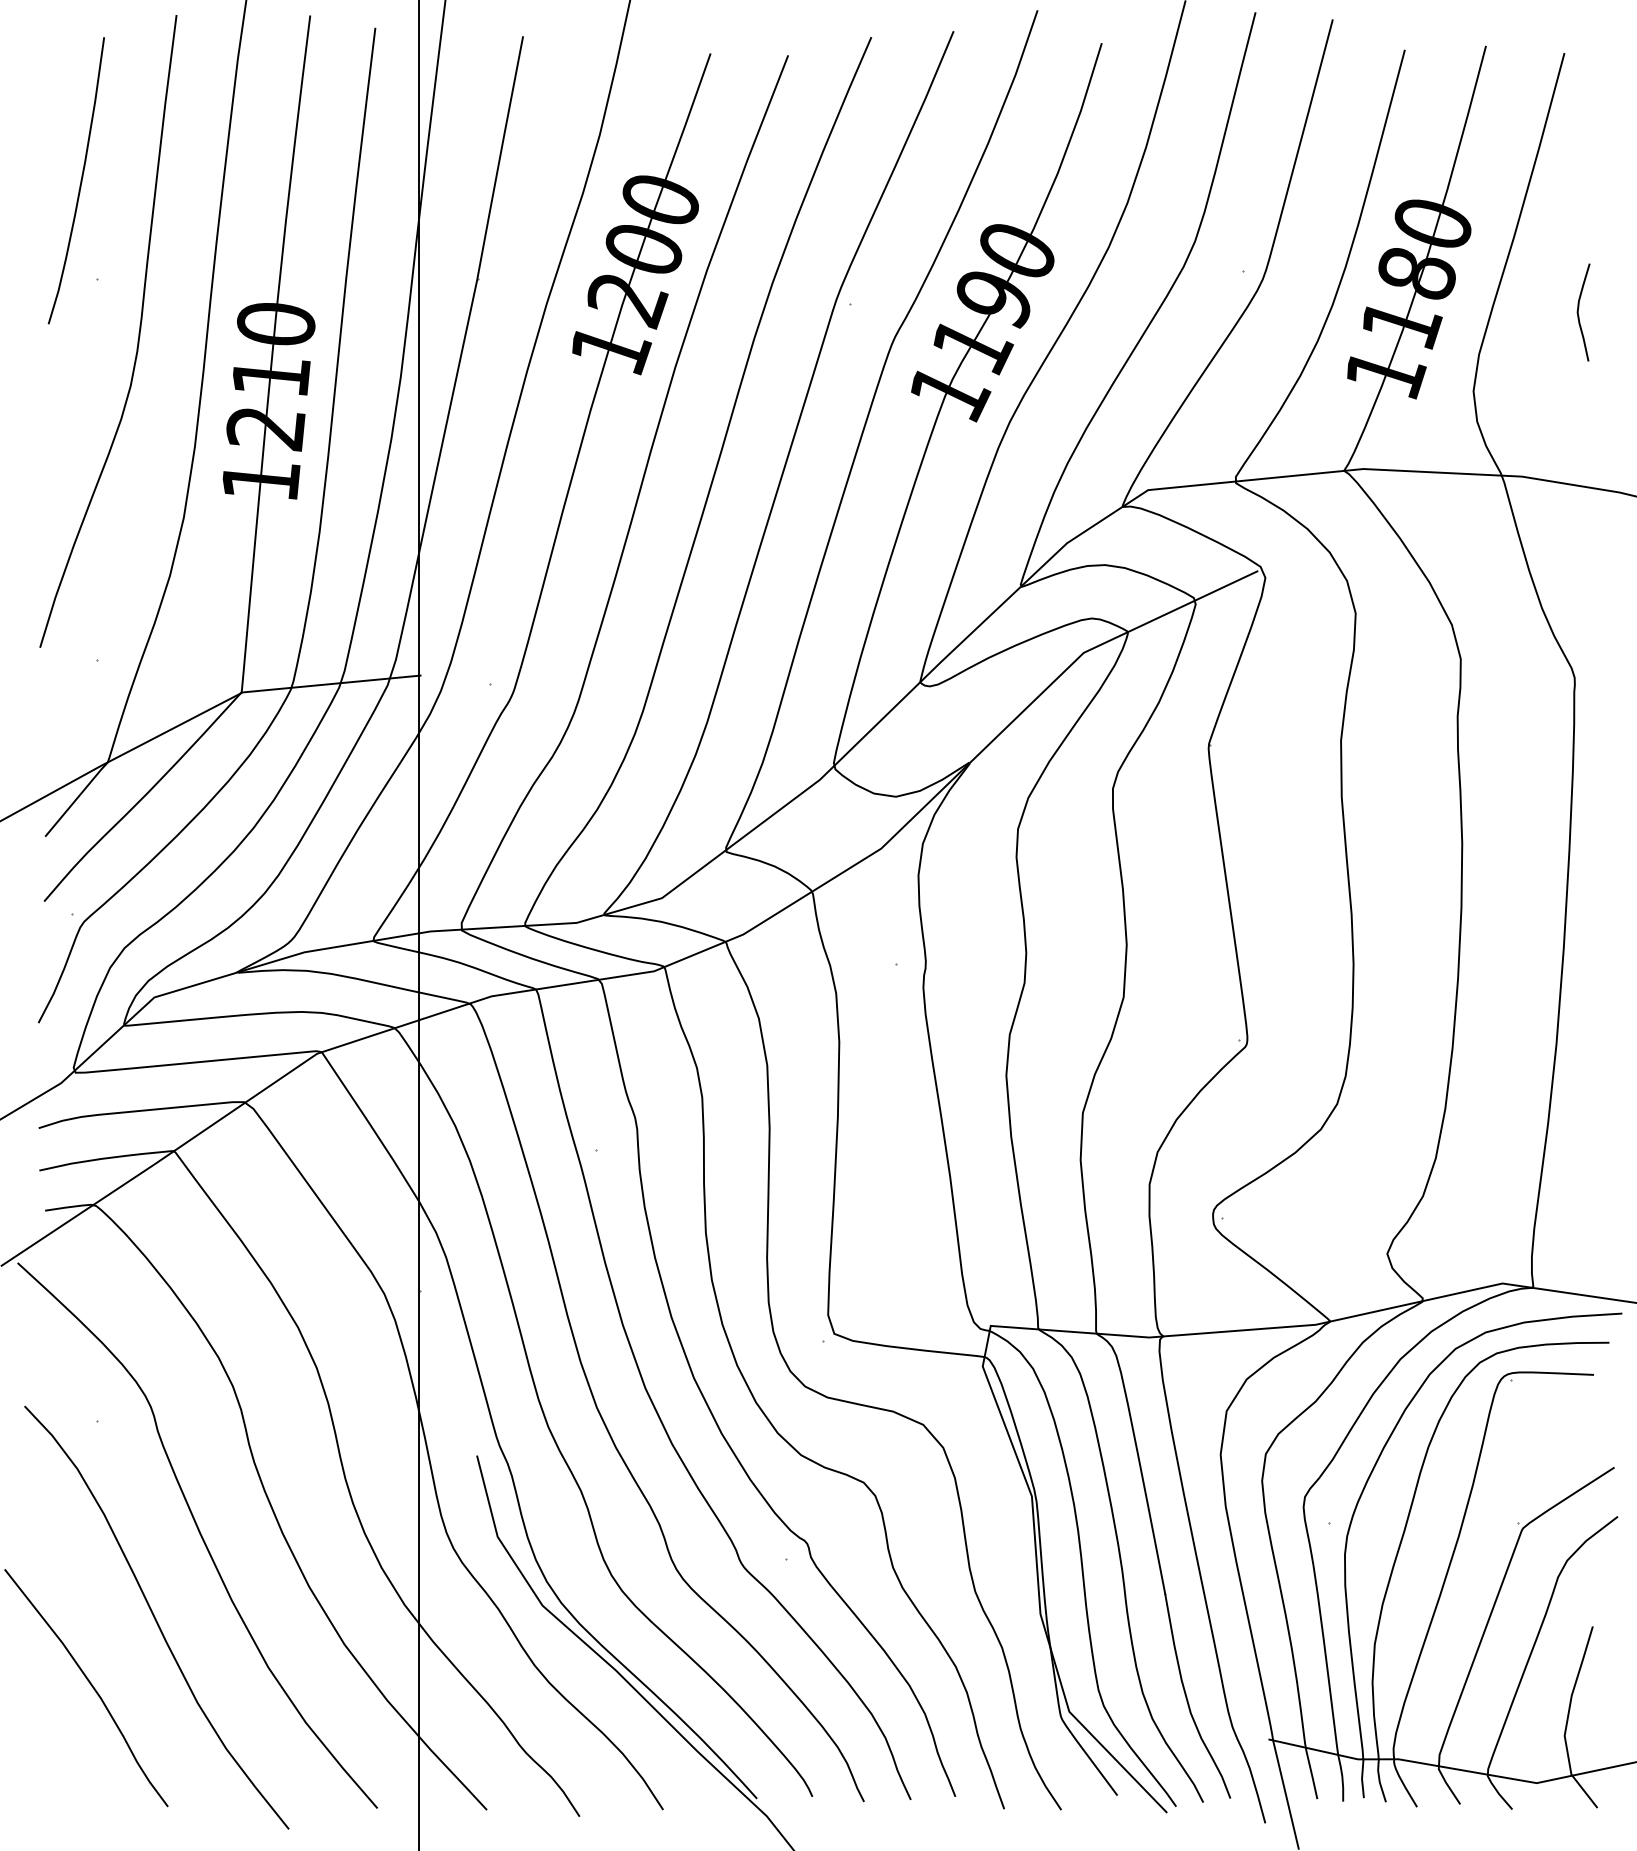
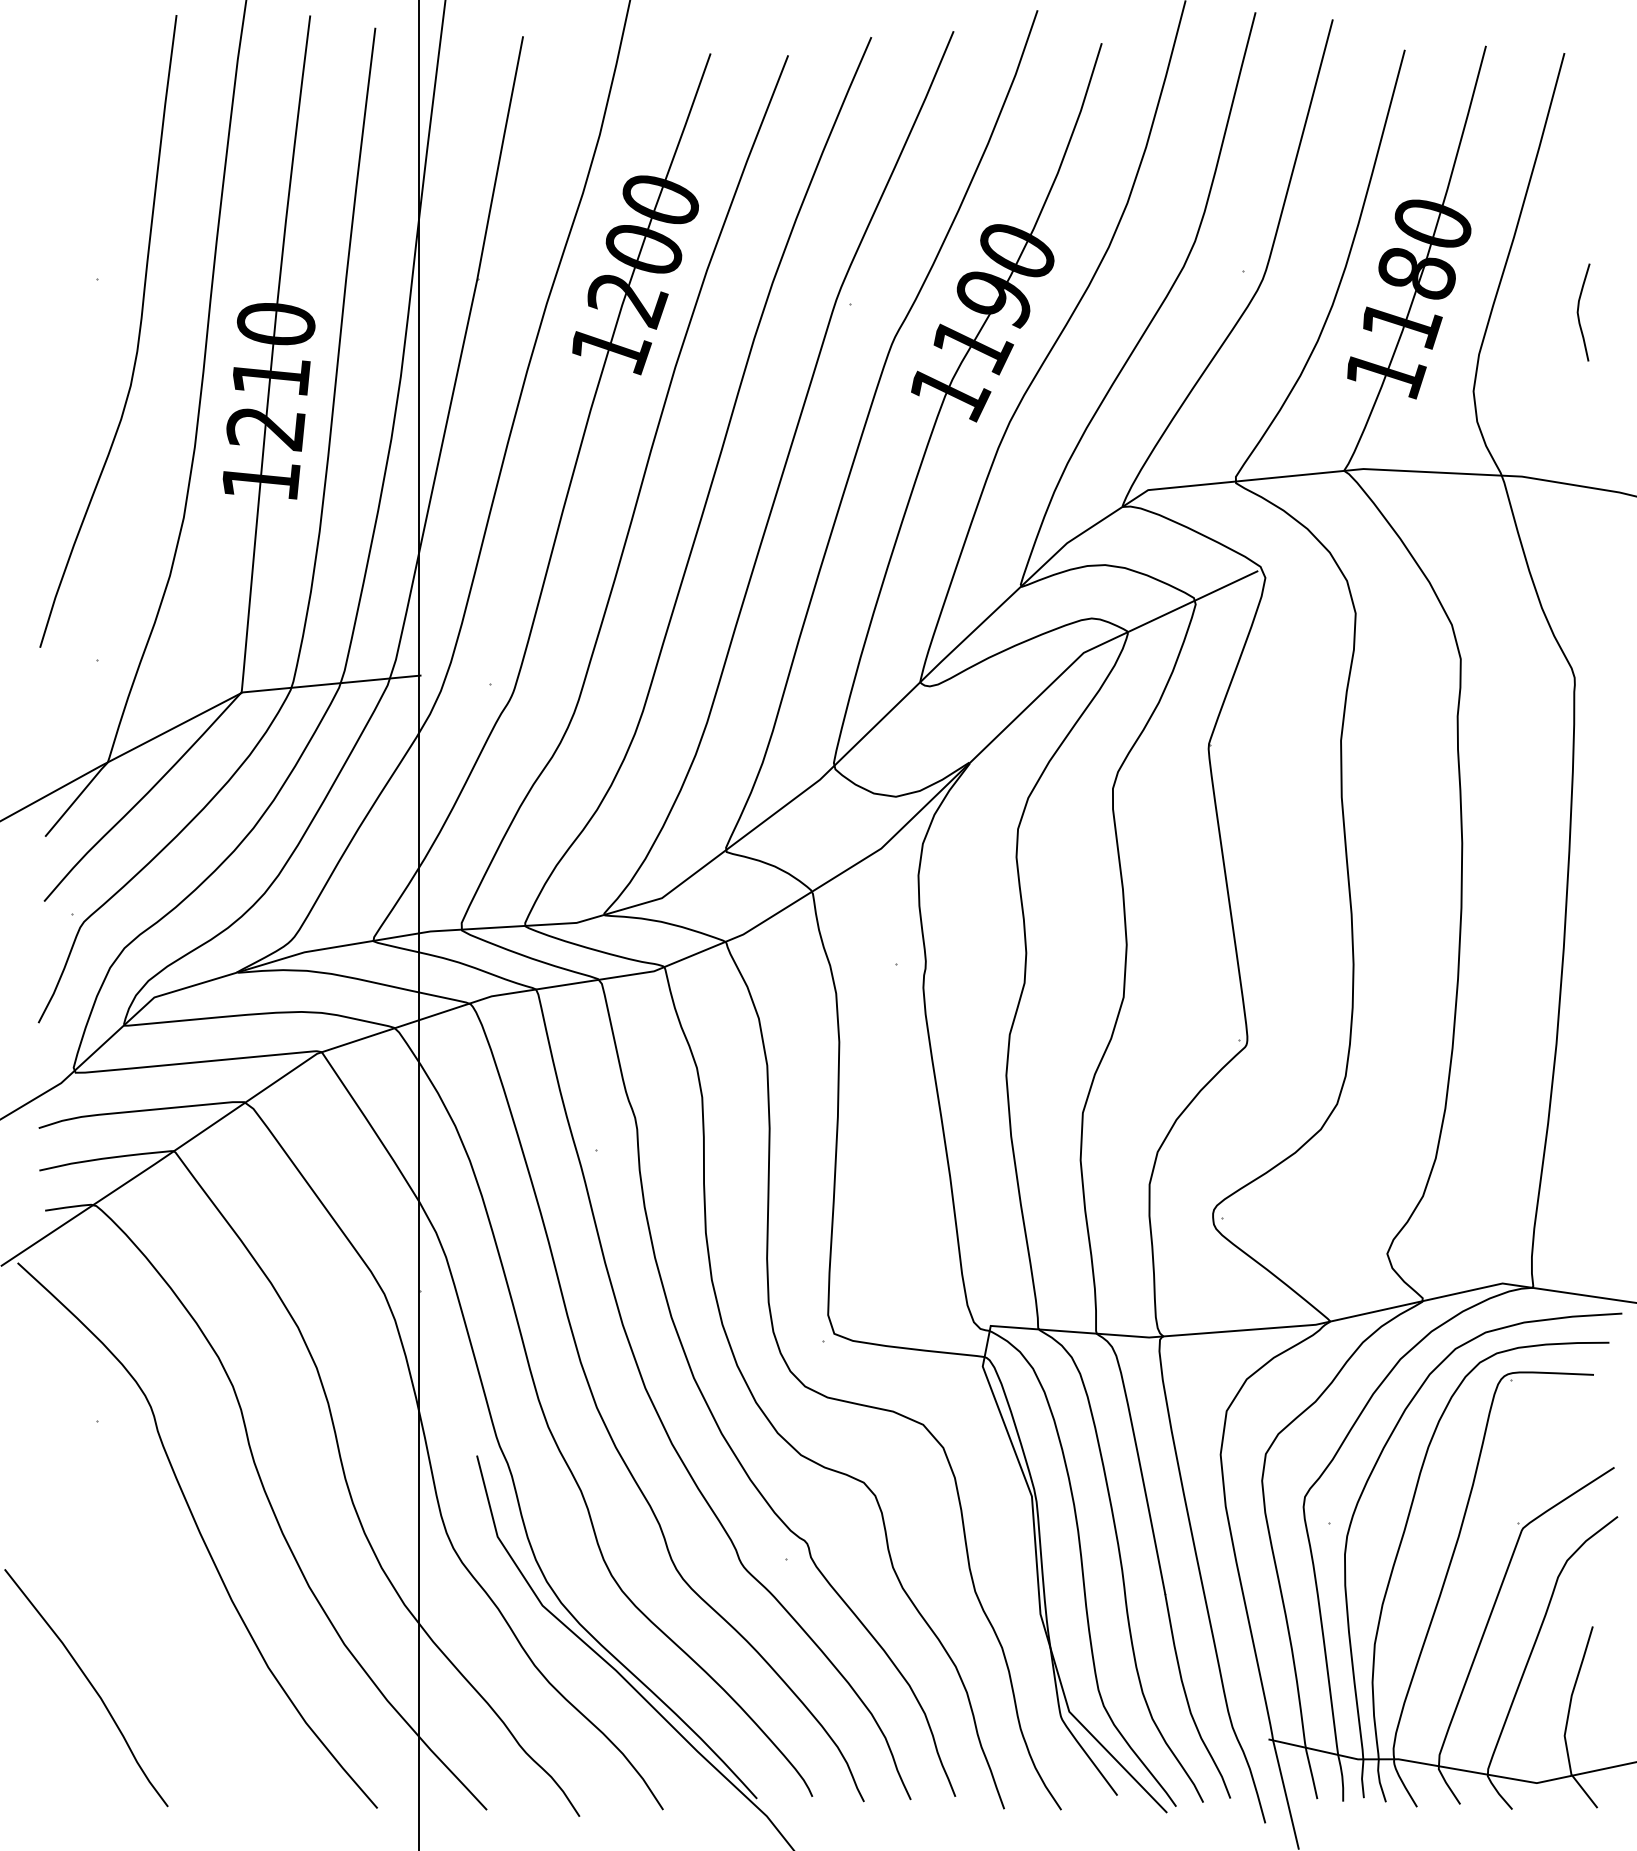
curve at (80, 180): present -> none
curve at (155, 1617): present -> none
